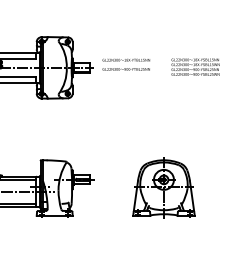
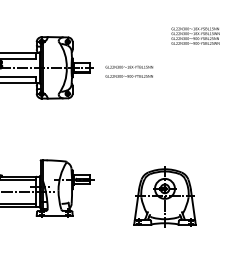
text at (126, 64) position: (126, 64) -> (129, 71)
text at (195, 66) position: (195, 66) -> (195, 35)
part at (163, 187) position: (163, 187) -> (164, 196)
